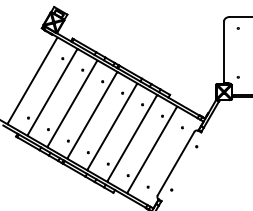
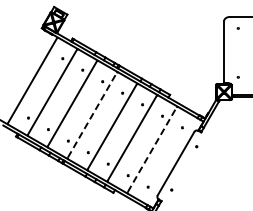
line at (92, 115): solid -> dashed
line at (152, 149): solid -> dashed
